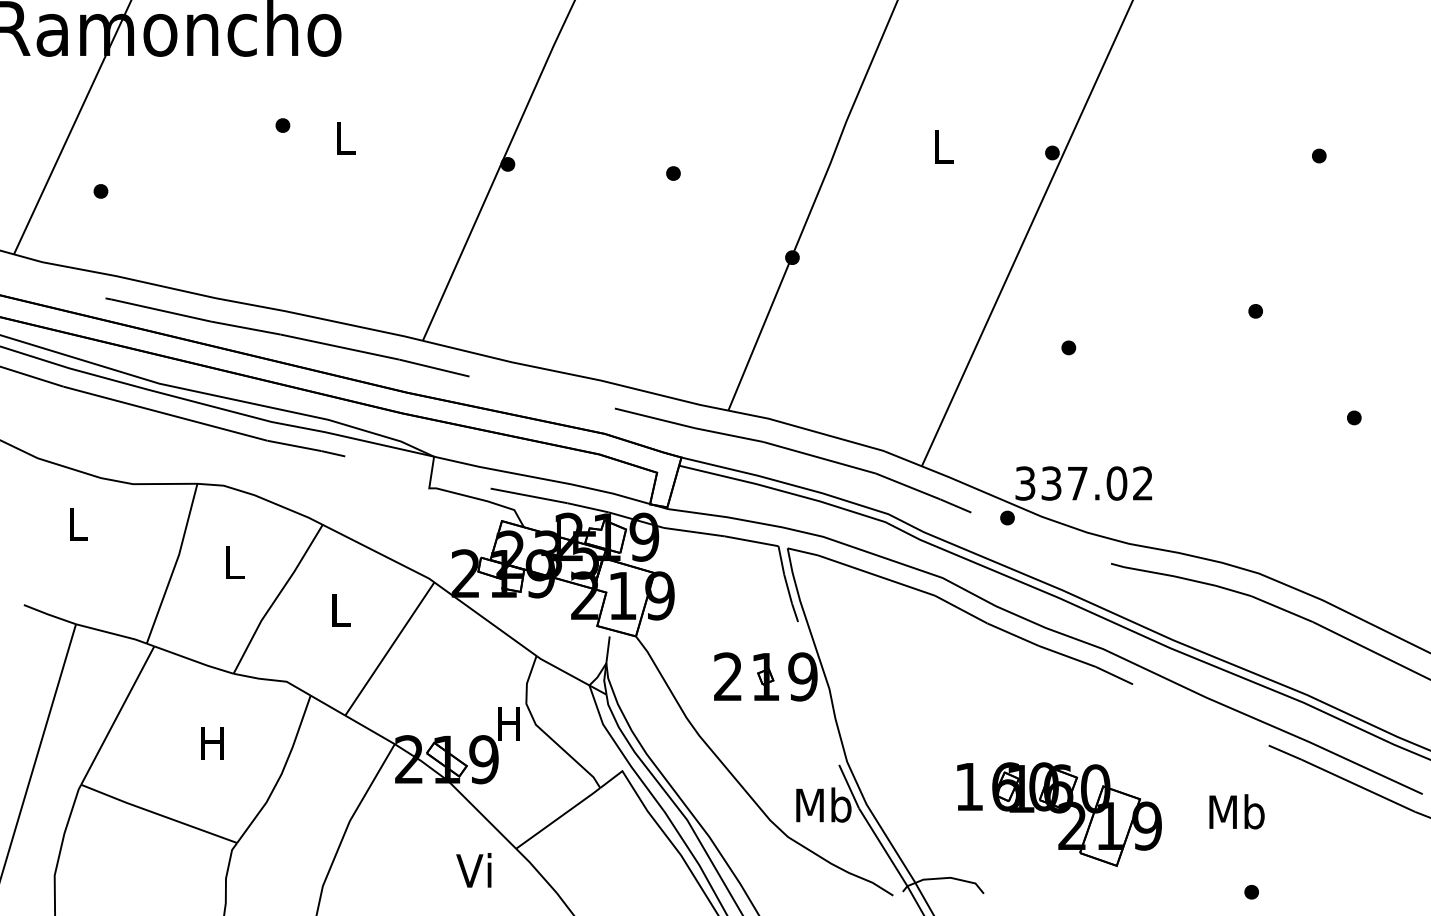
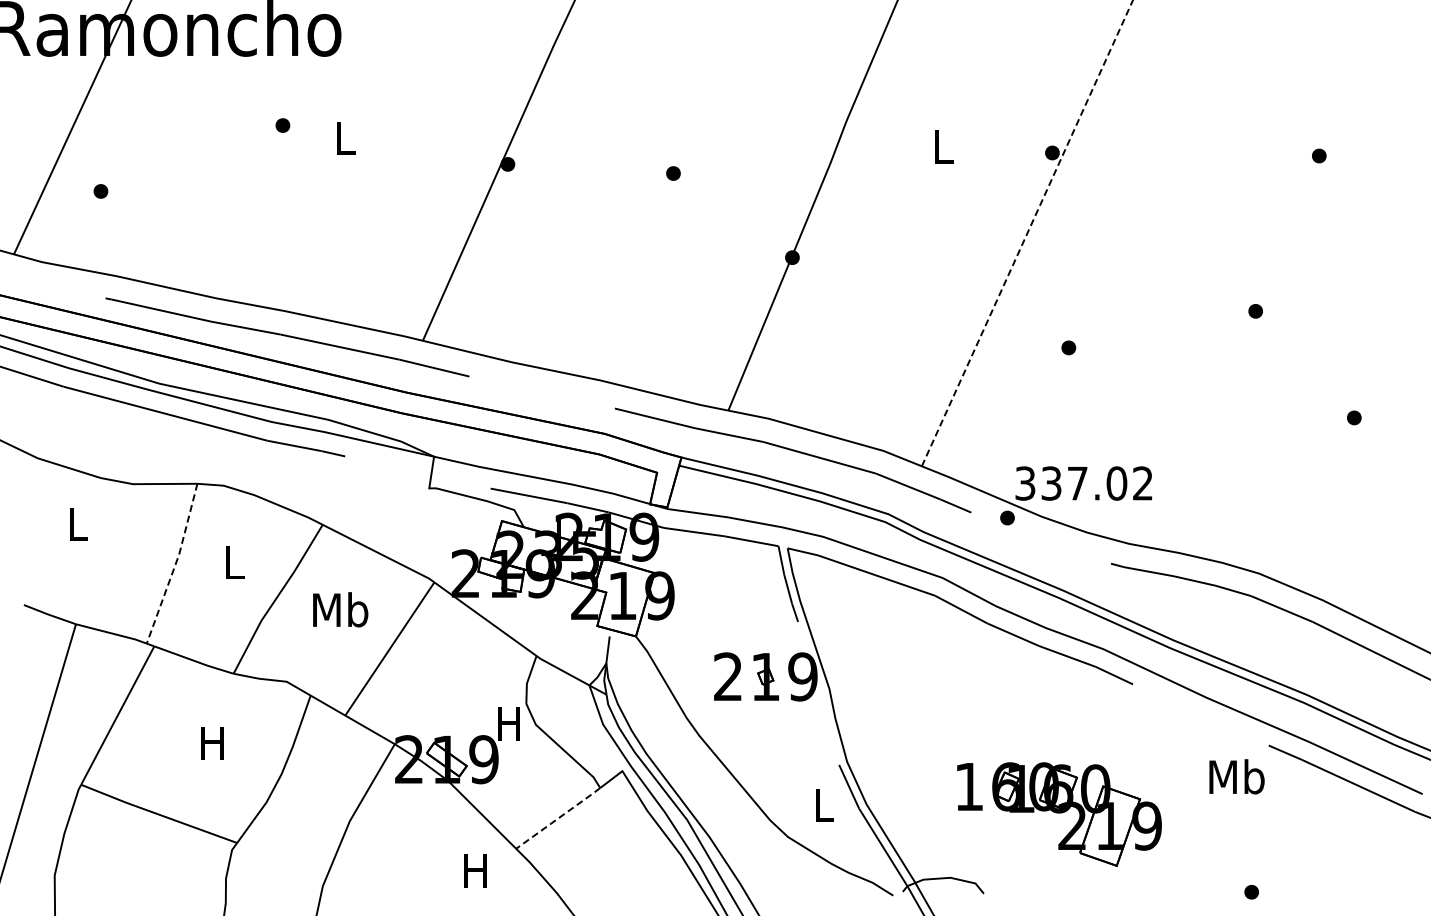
line at (1027, 233): solid -> dashed
line at (175, 563): solid -> dashed
text at (340, 609): L -> Mb
text at (823, 804): Mb -> L
text at (1236, 811) position: (1236, 811) -> (1236, 776)
line at (558, 818): solid -> dashed
text at (473, 870): Vi -> H
